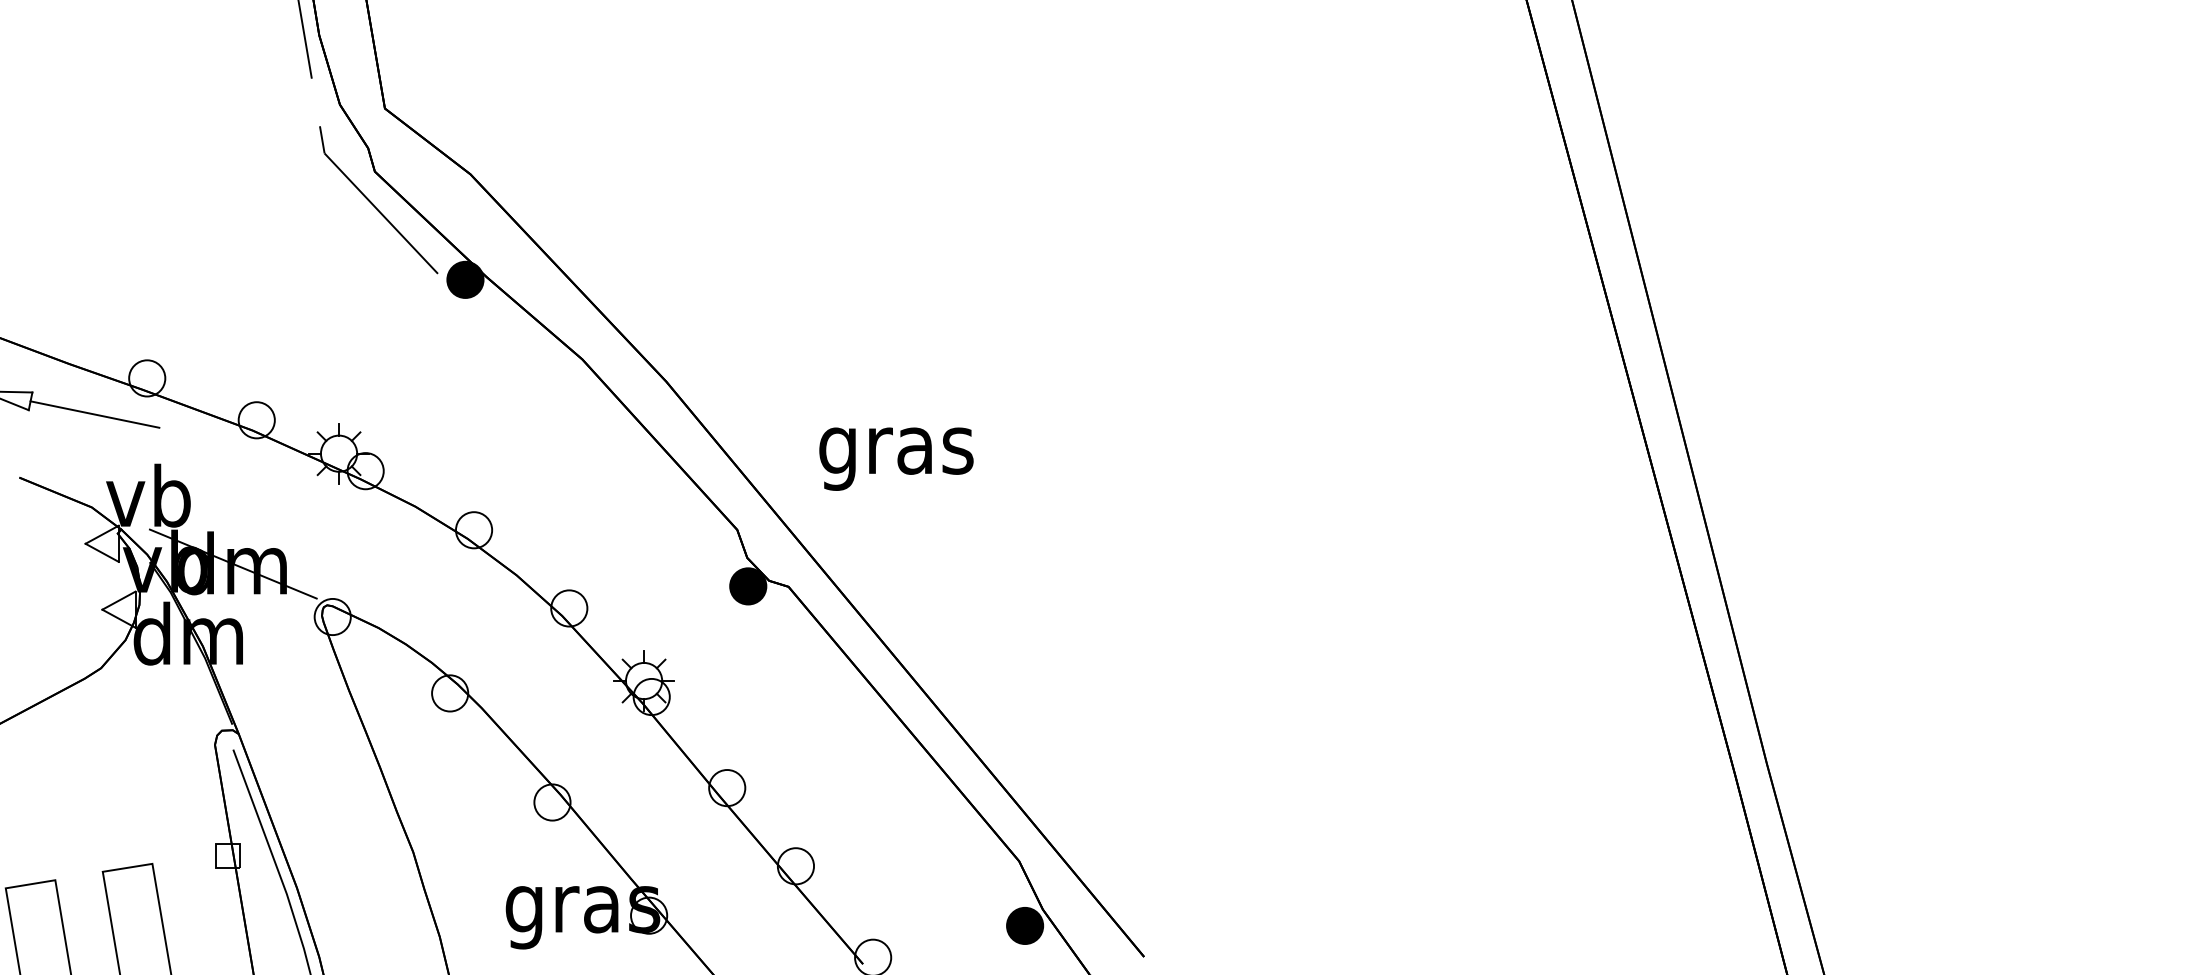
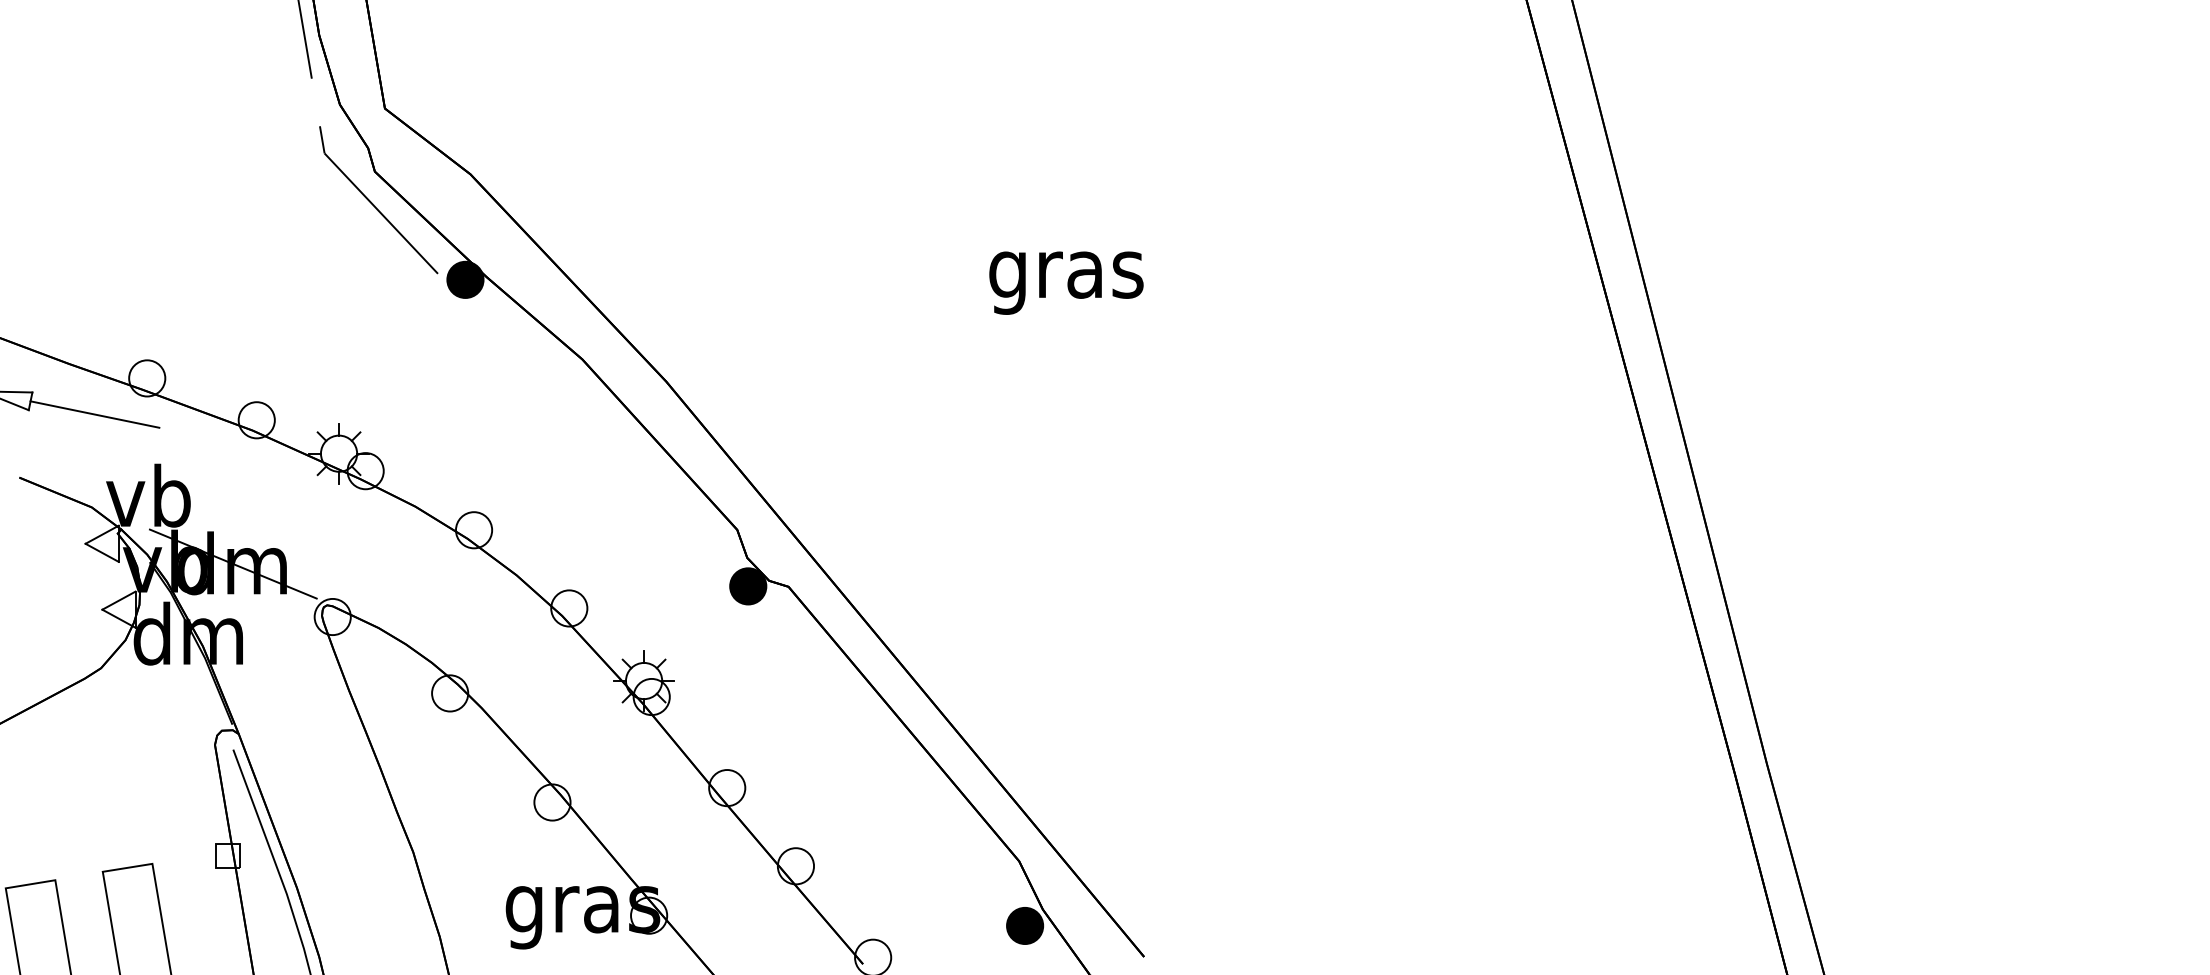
text at (896, 458) position: (896, 458) -> (1066, 282)
